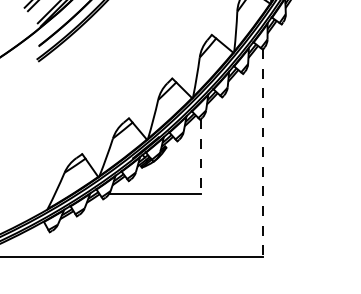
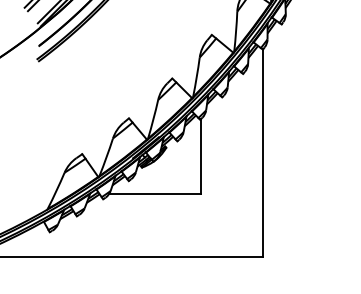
line at (263, 152): dashed -> solid
line at (200, 157): dashed -> solid
